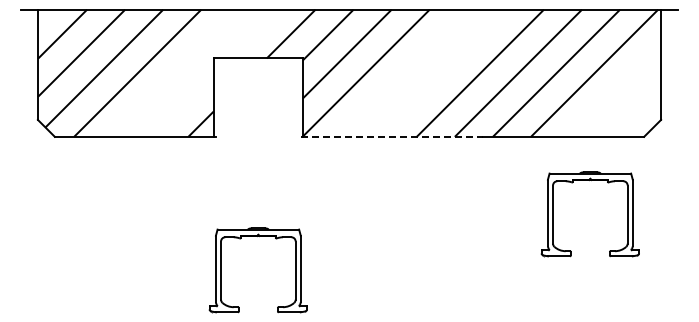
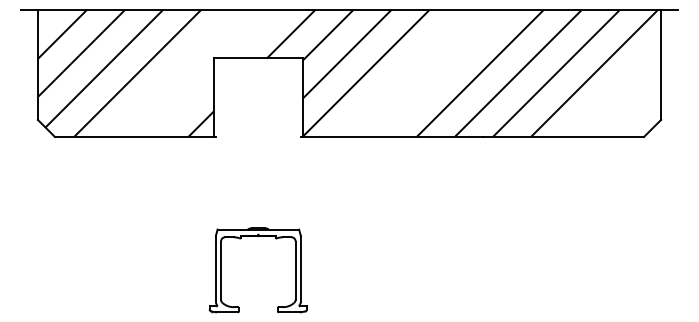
line at (392, 136): dashed -> solid
part at (589, 181): present -> none
